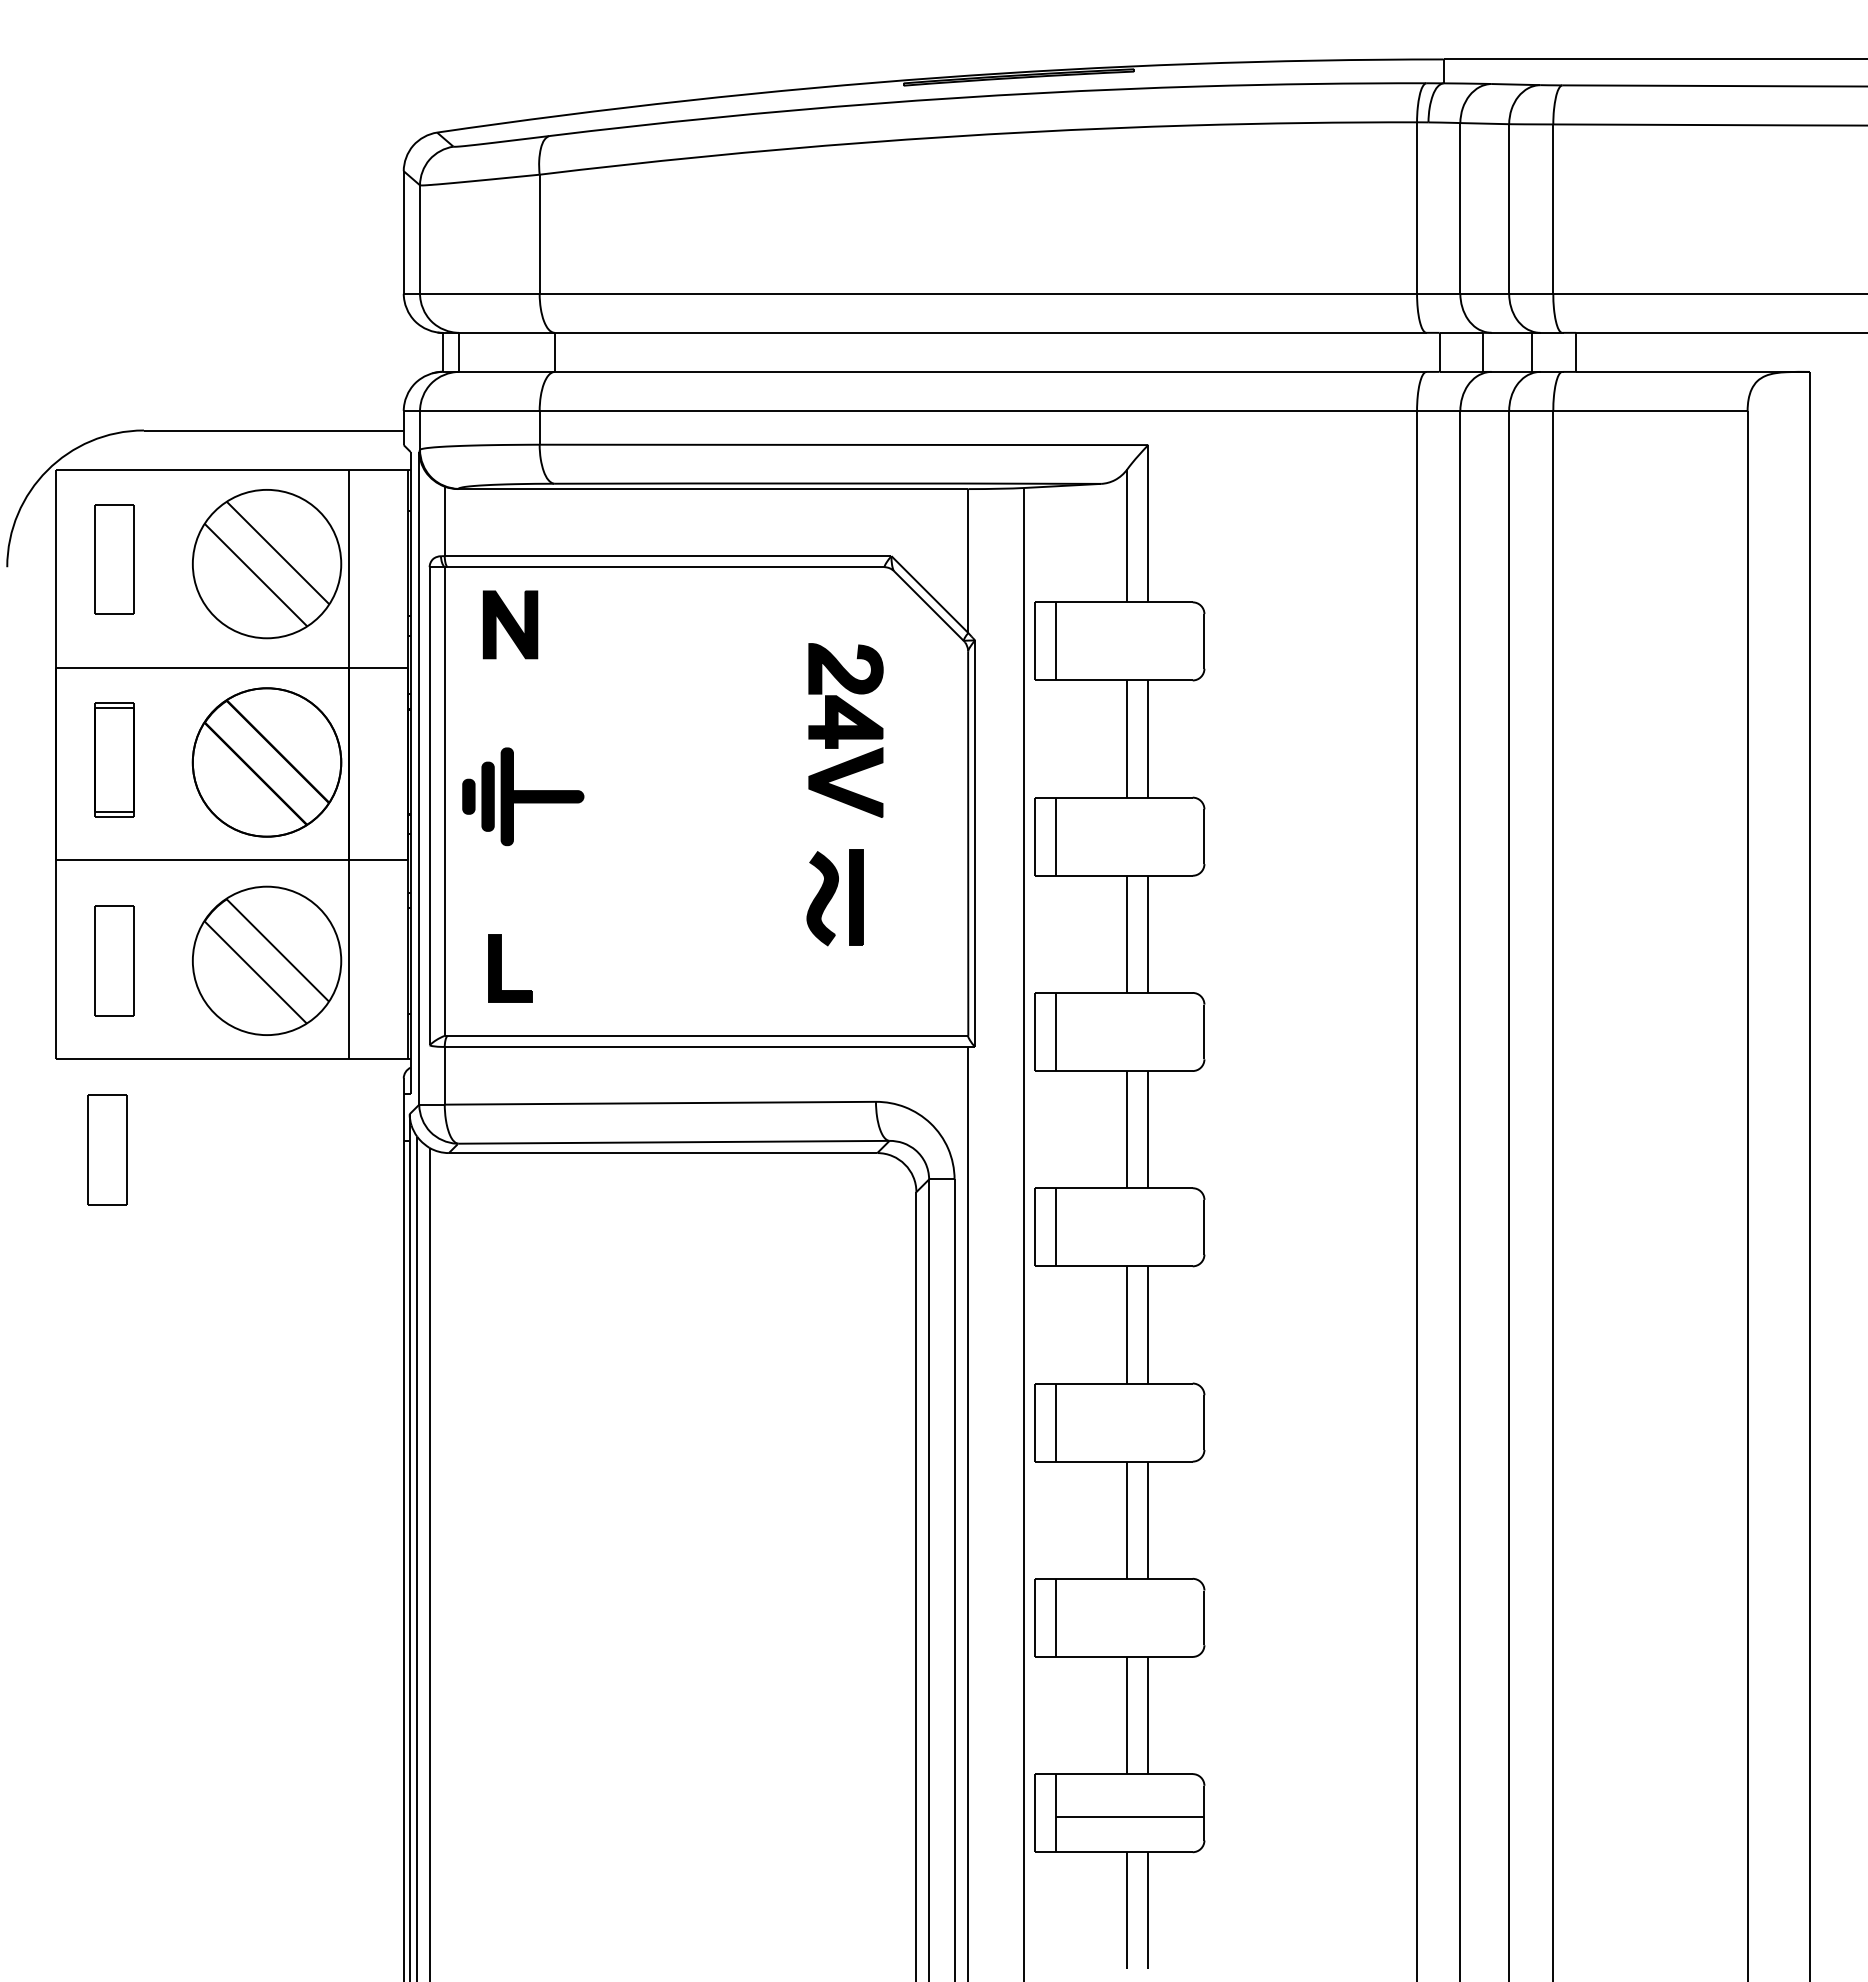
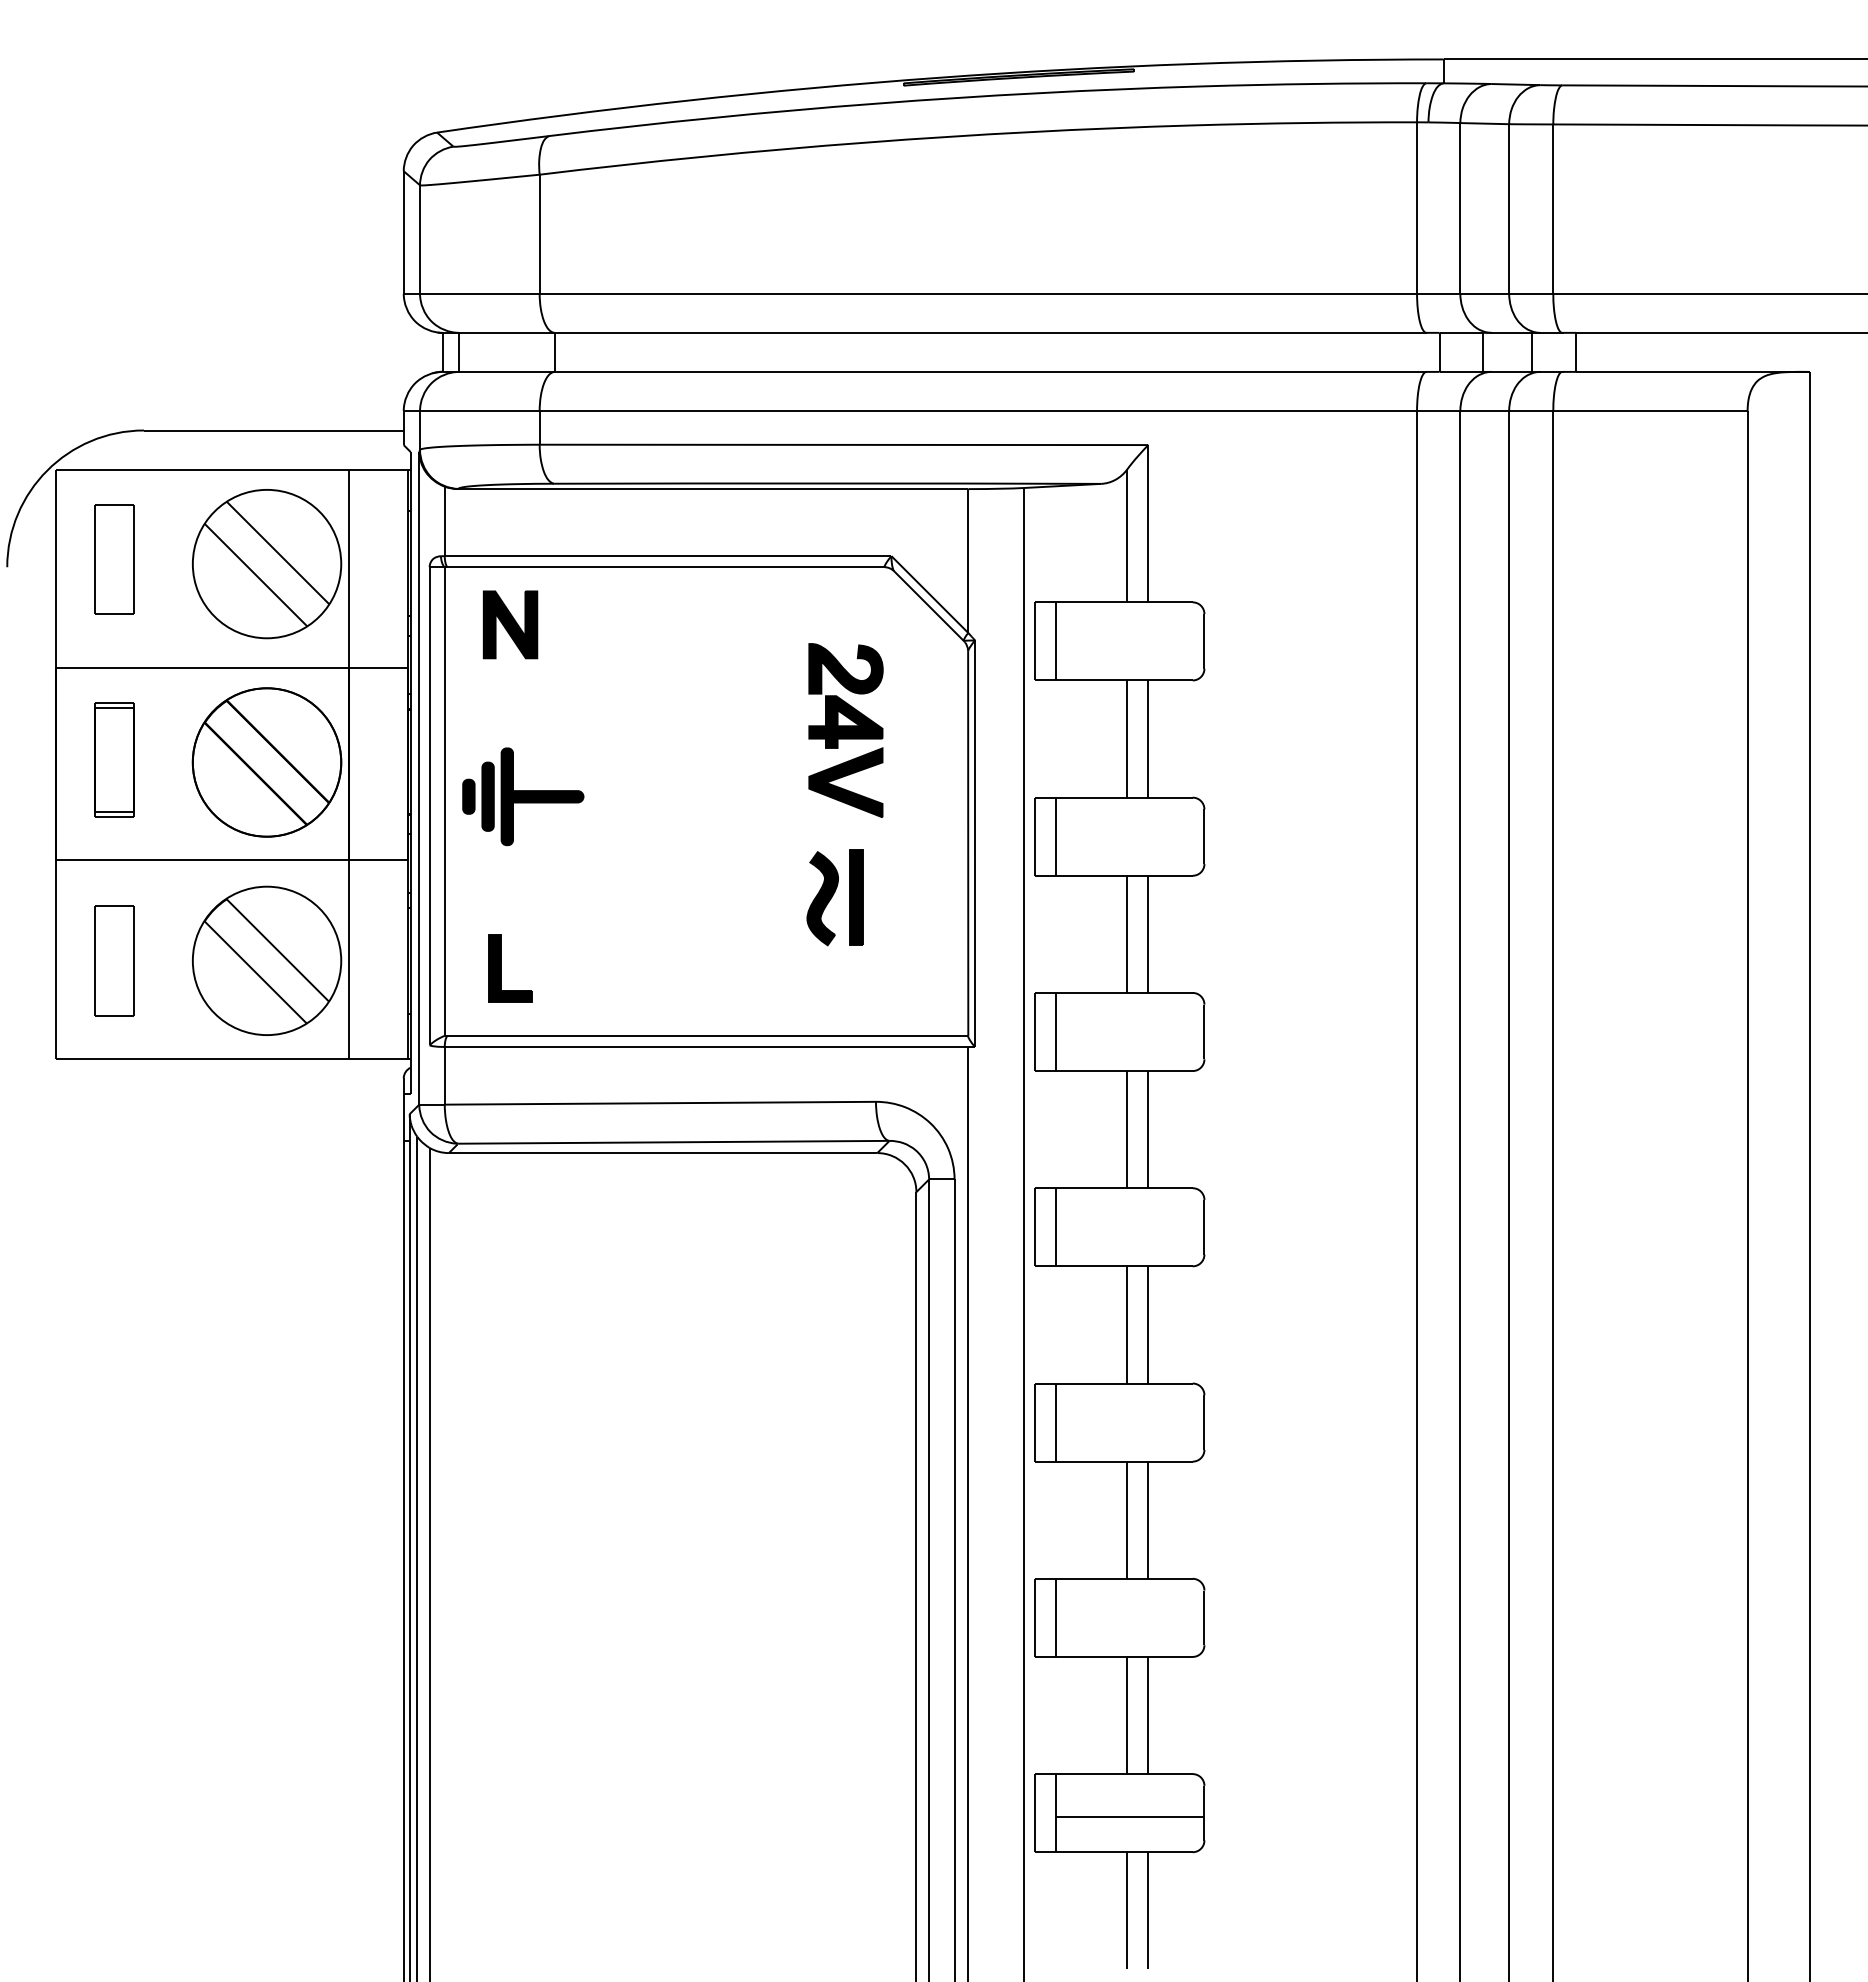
part at (107, 1149): present -> none
